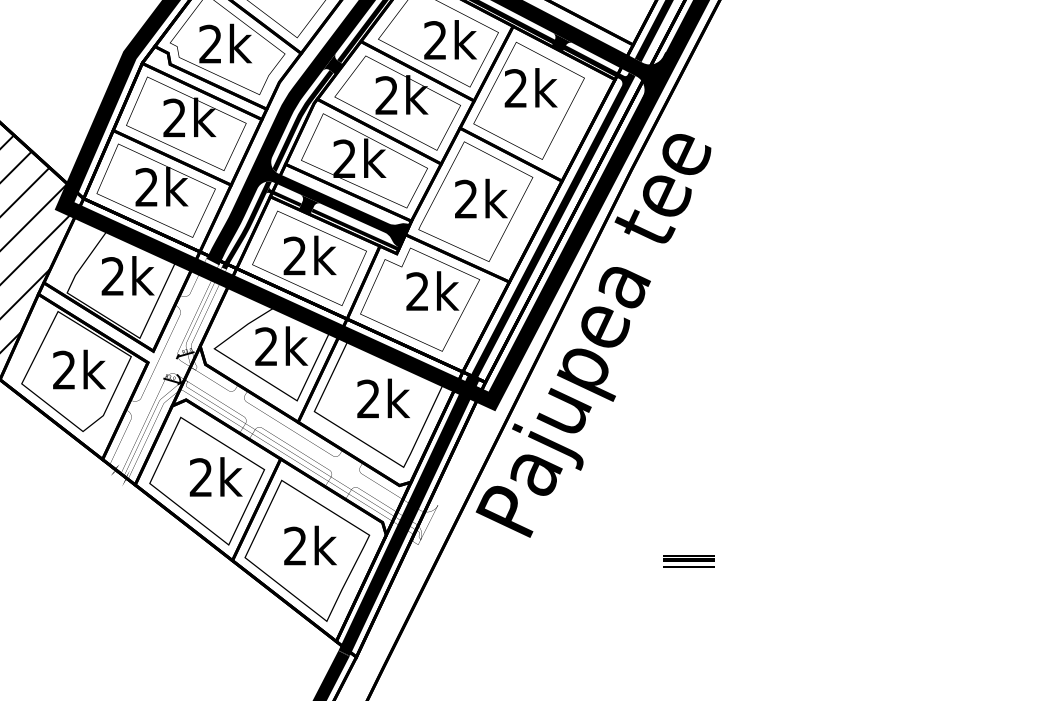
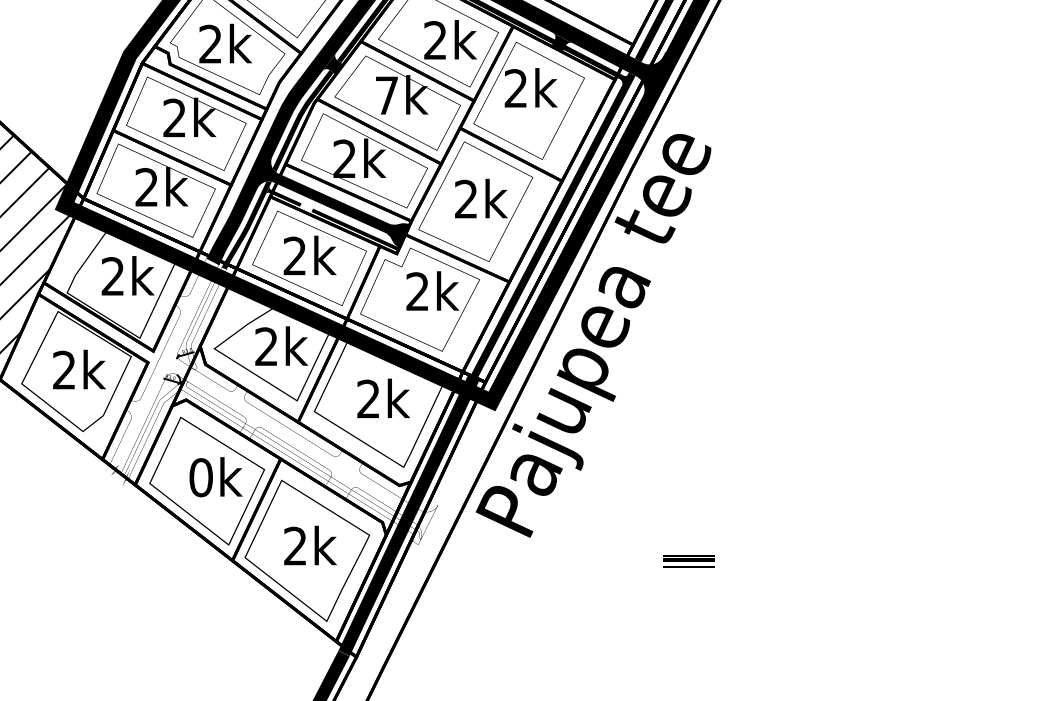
text at (386, 95): 2k -> 7k
fill at (310, 204): present -> none
text at (200, 477): 2k -> 0k
